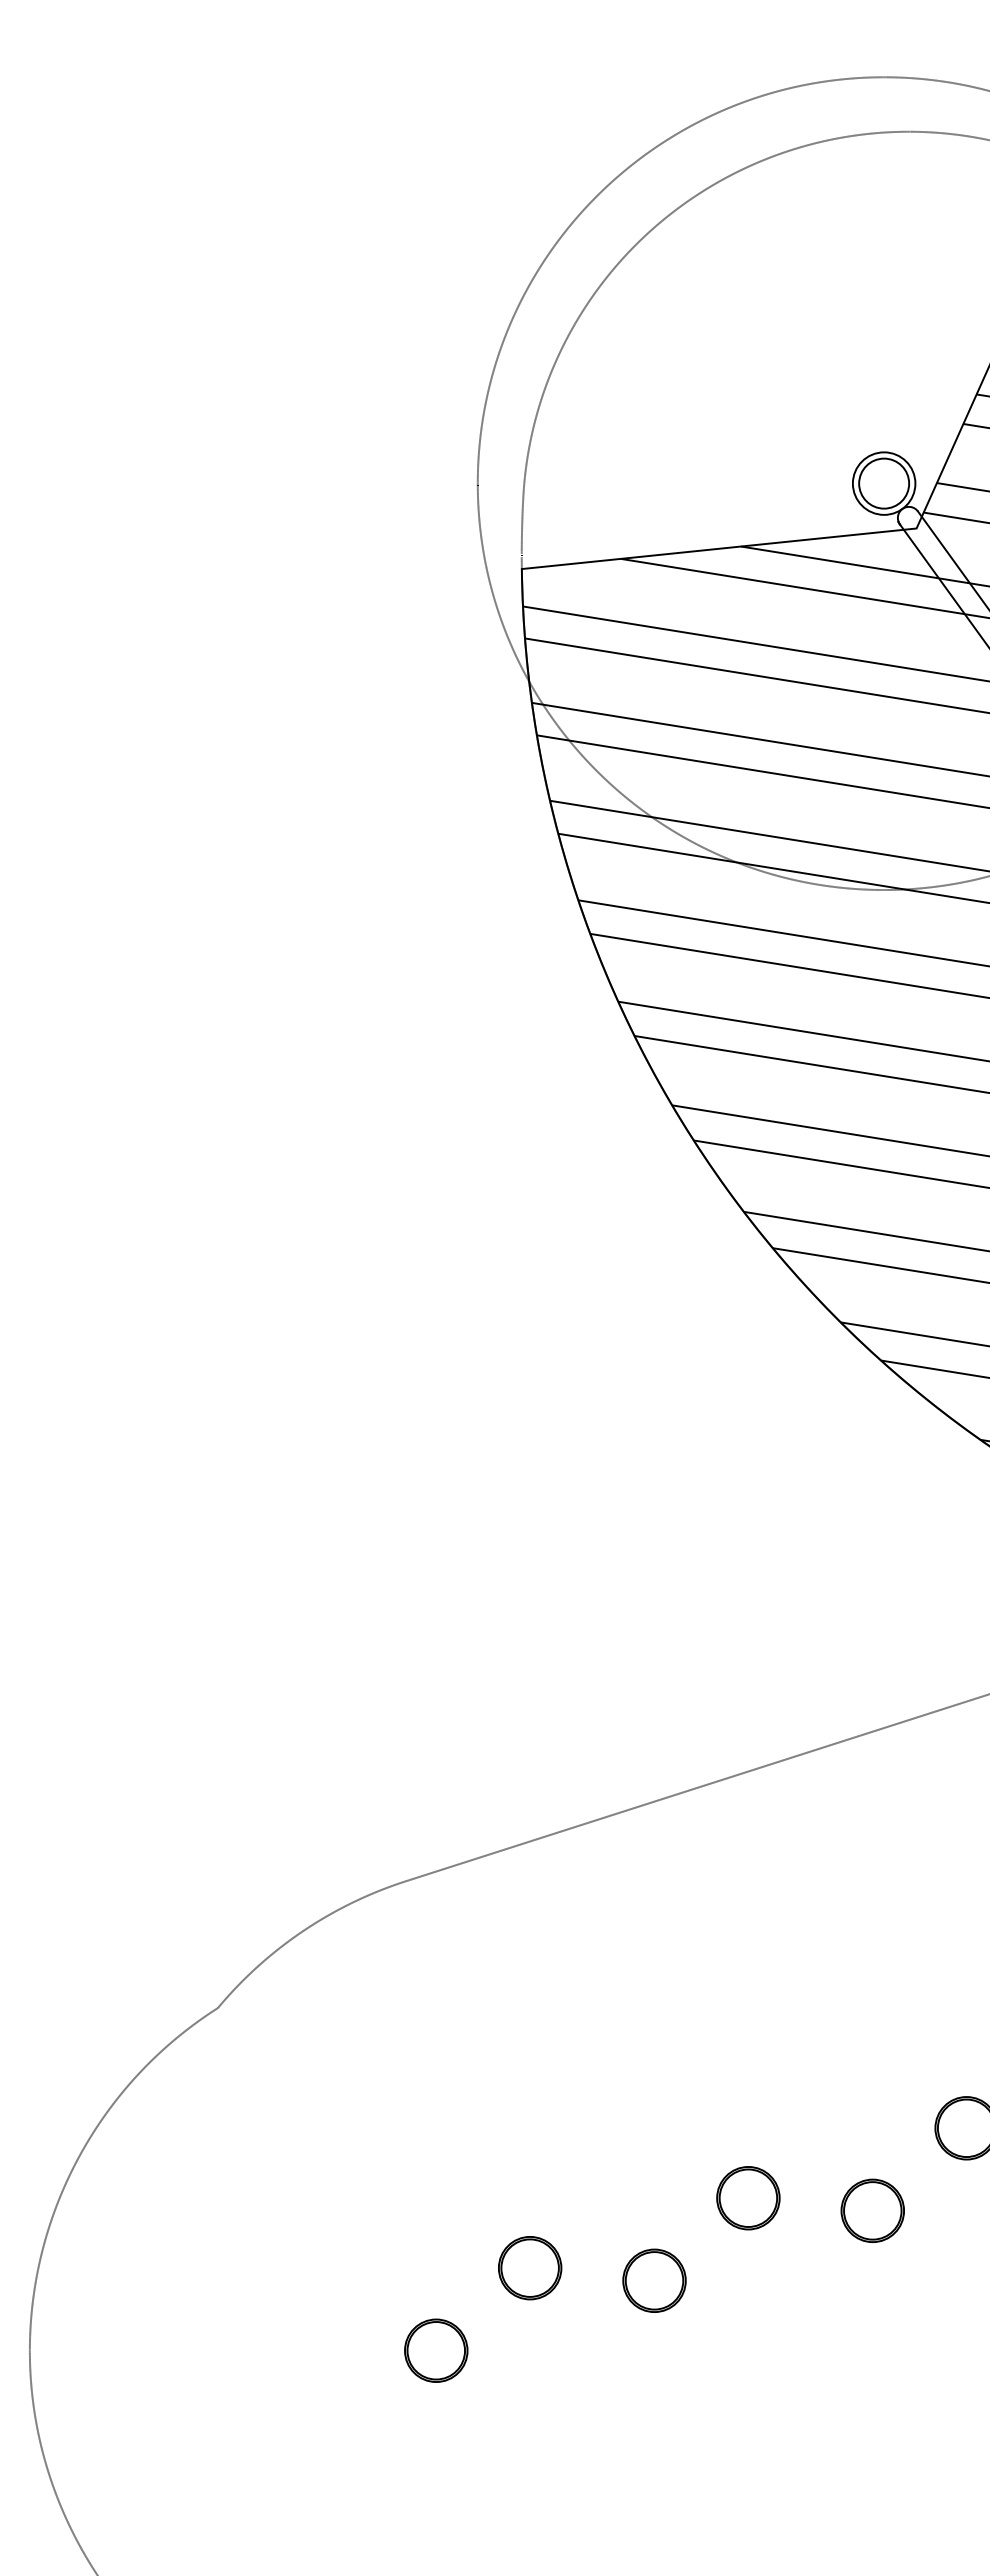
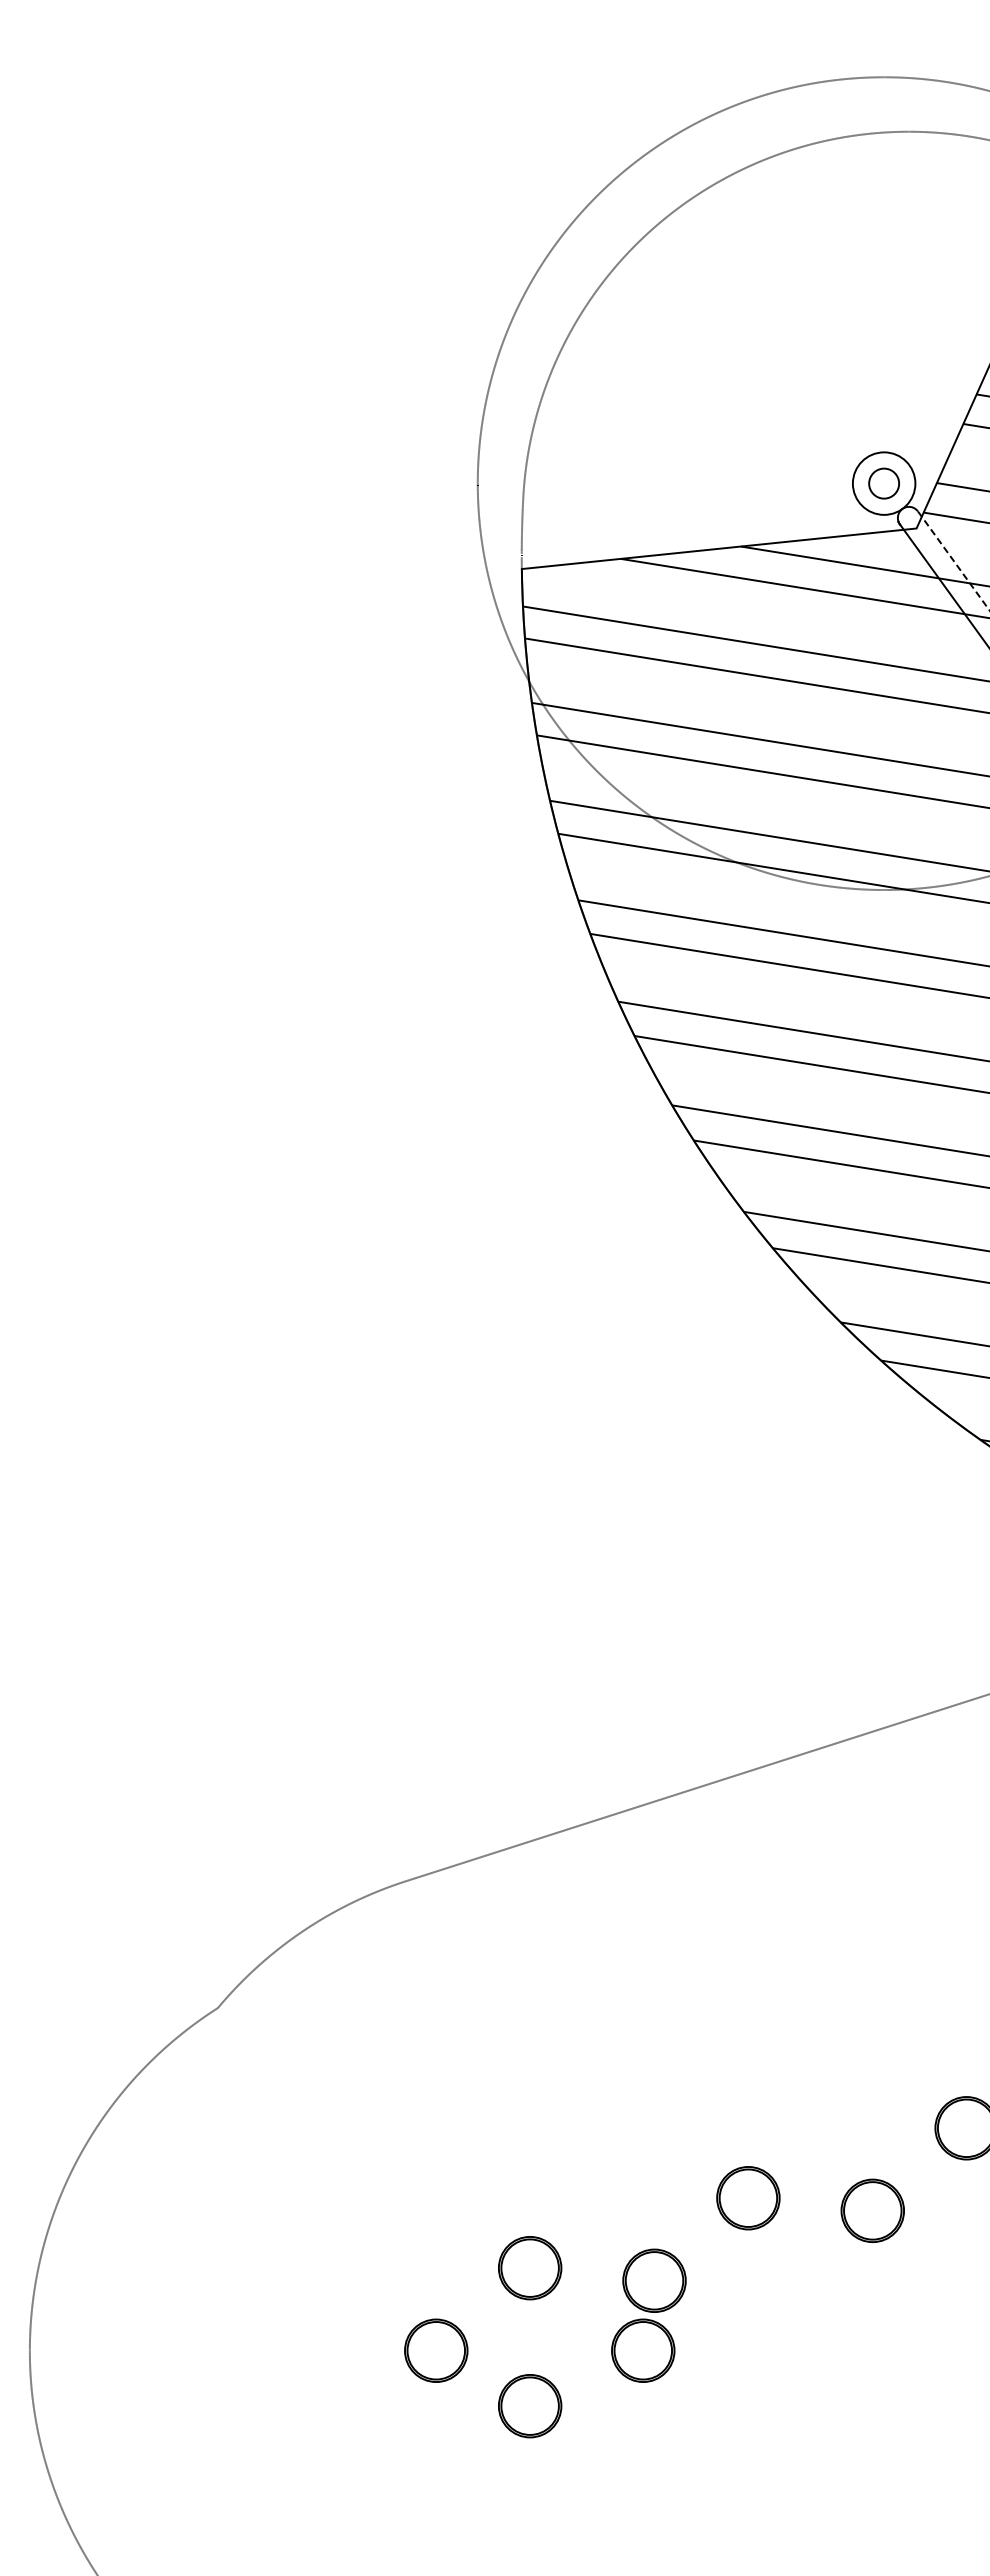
circle at (884, 483) diameter: 50 px -> 30 px
line at (953, 560): solid -> dashed
part at (643, 2350): none -> present
part at (530, 2406): none -> present
